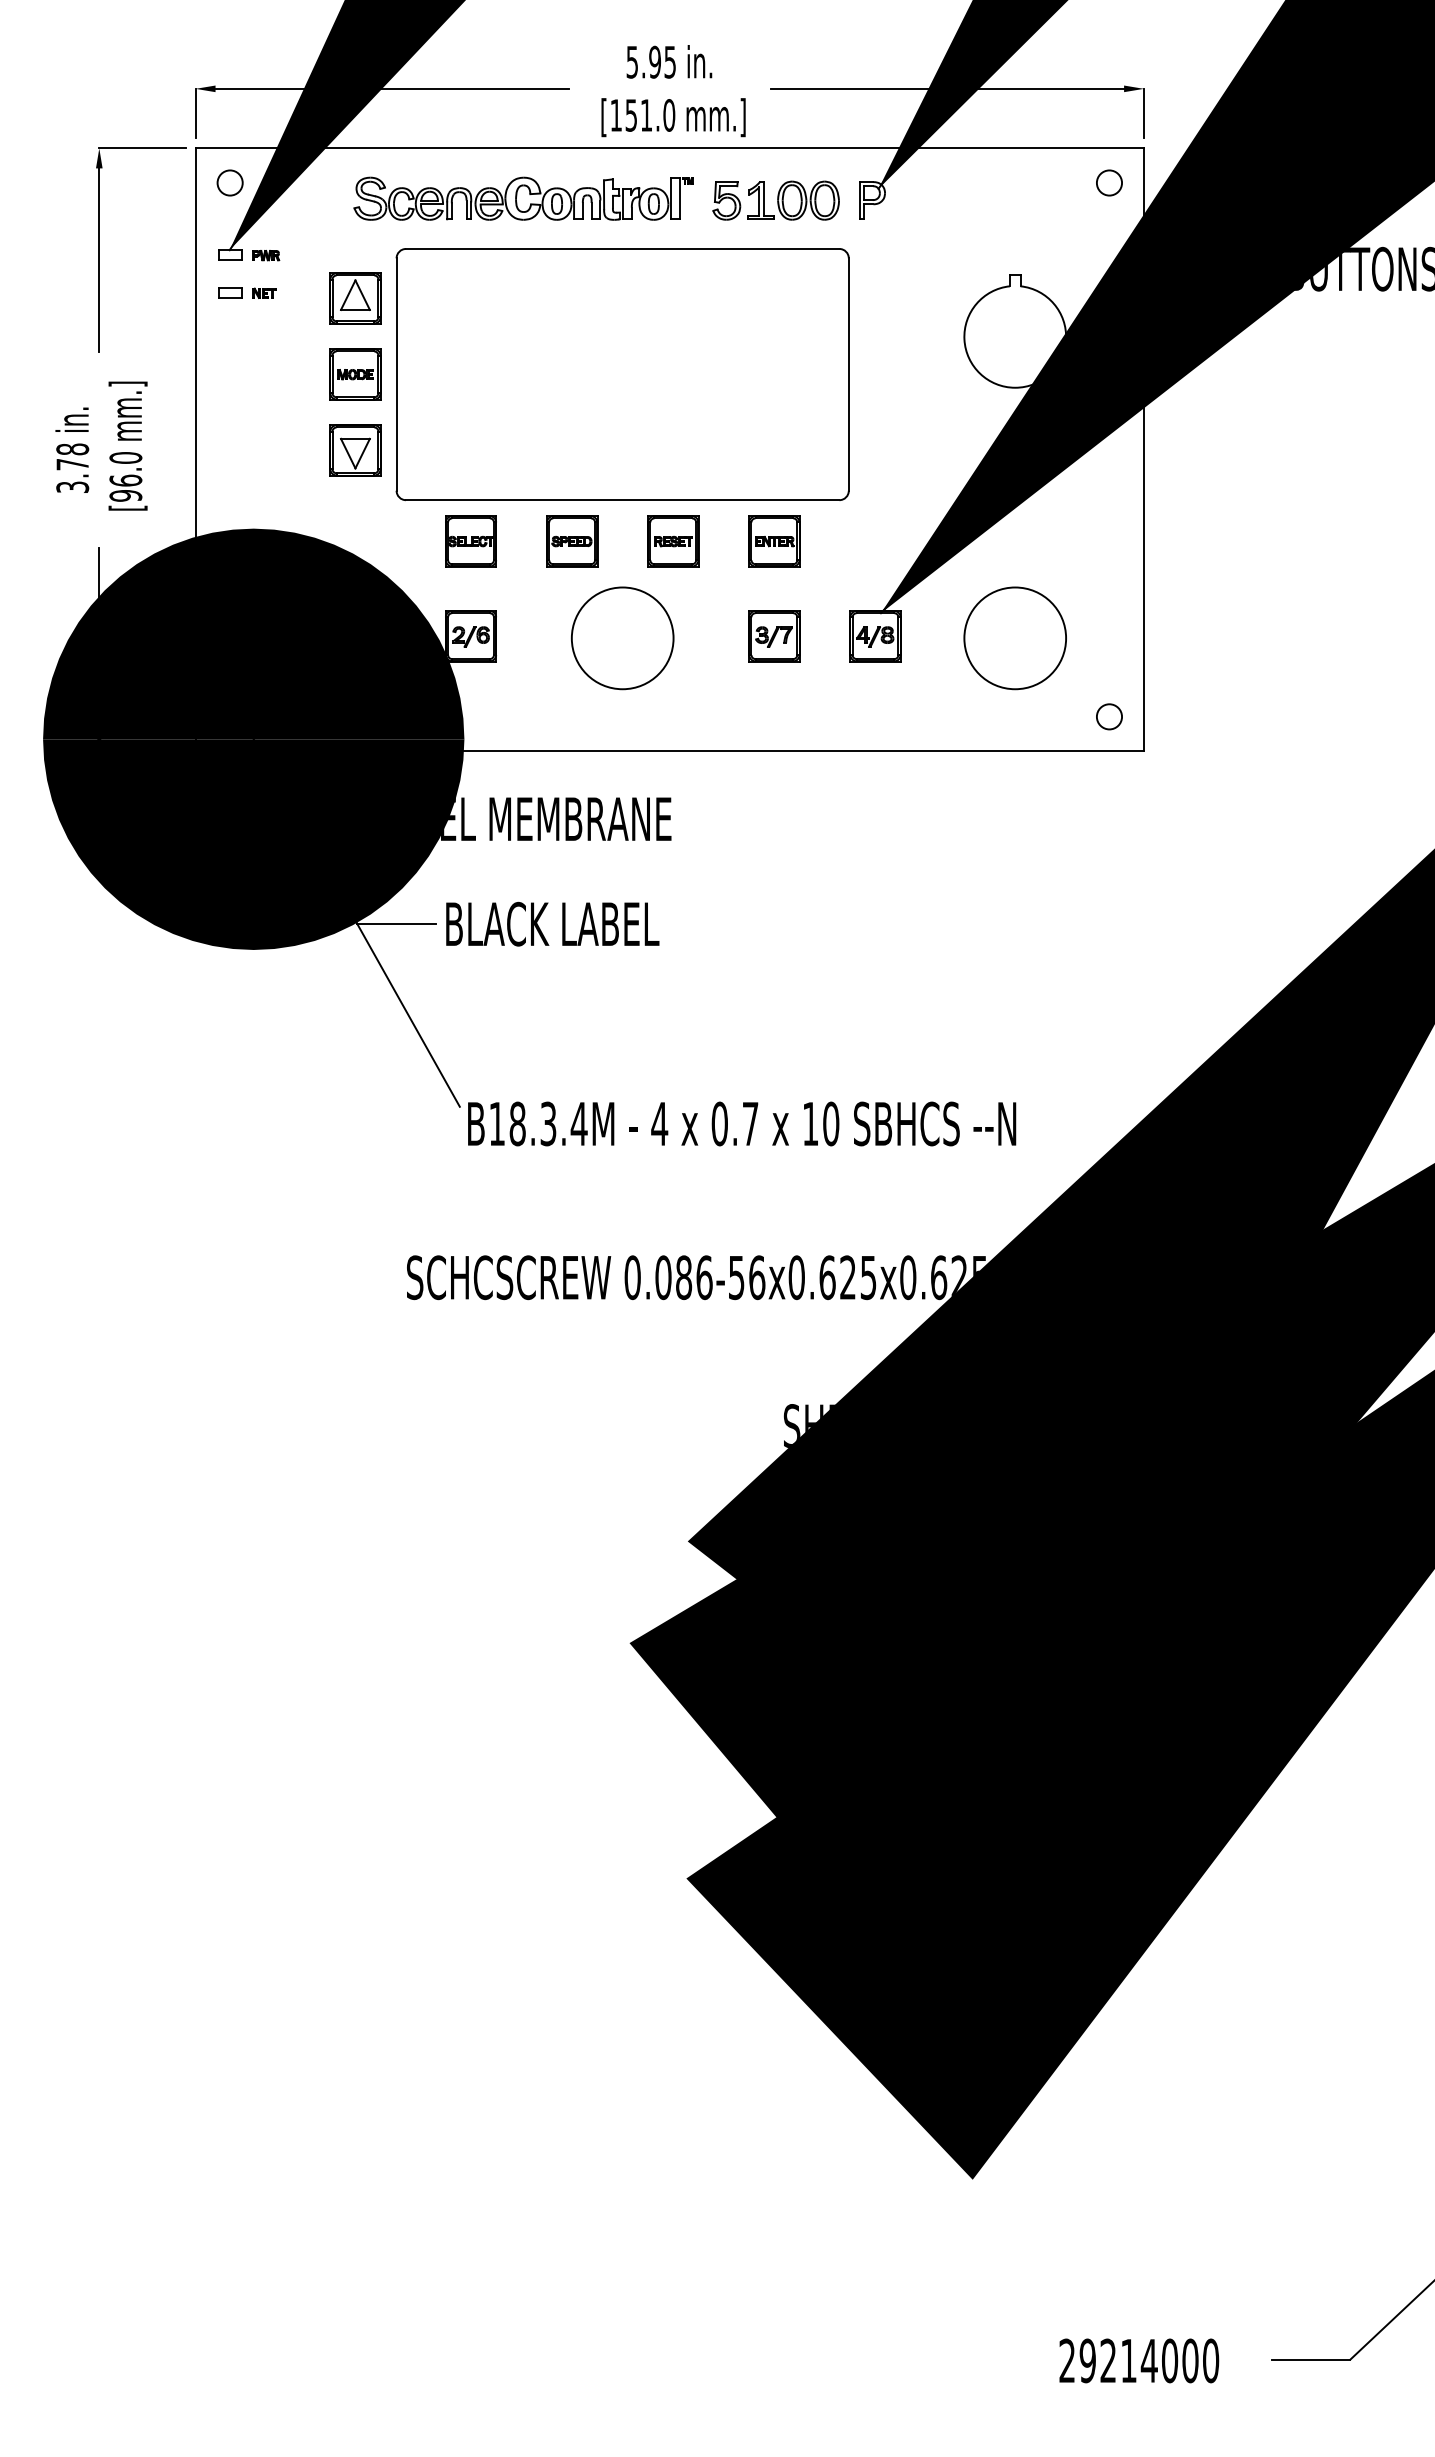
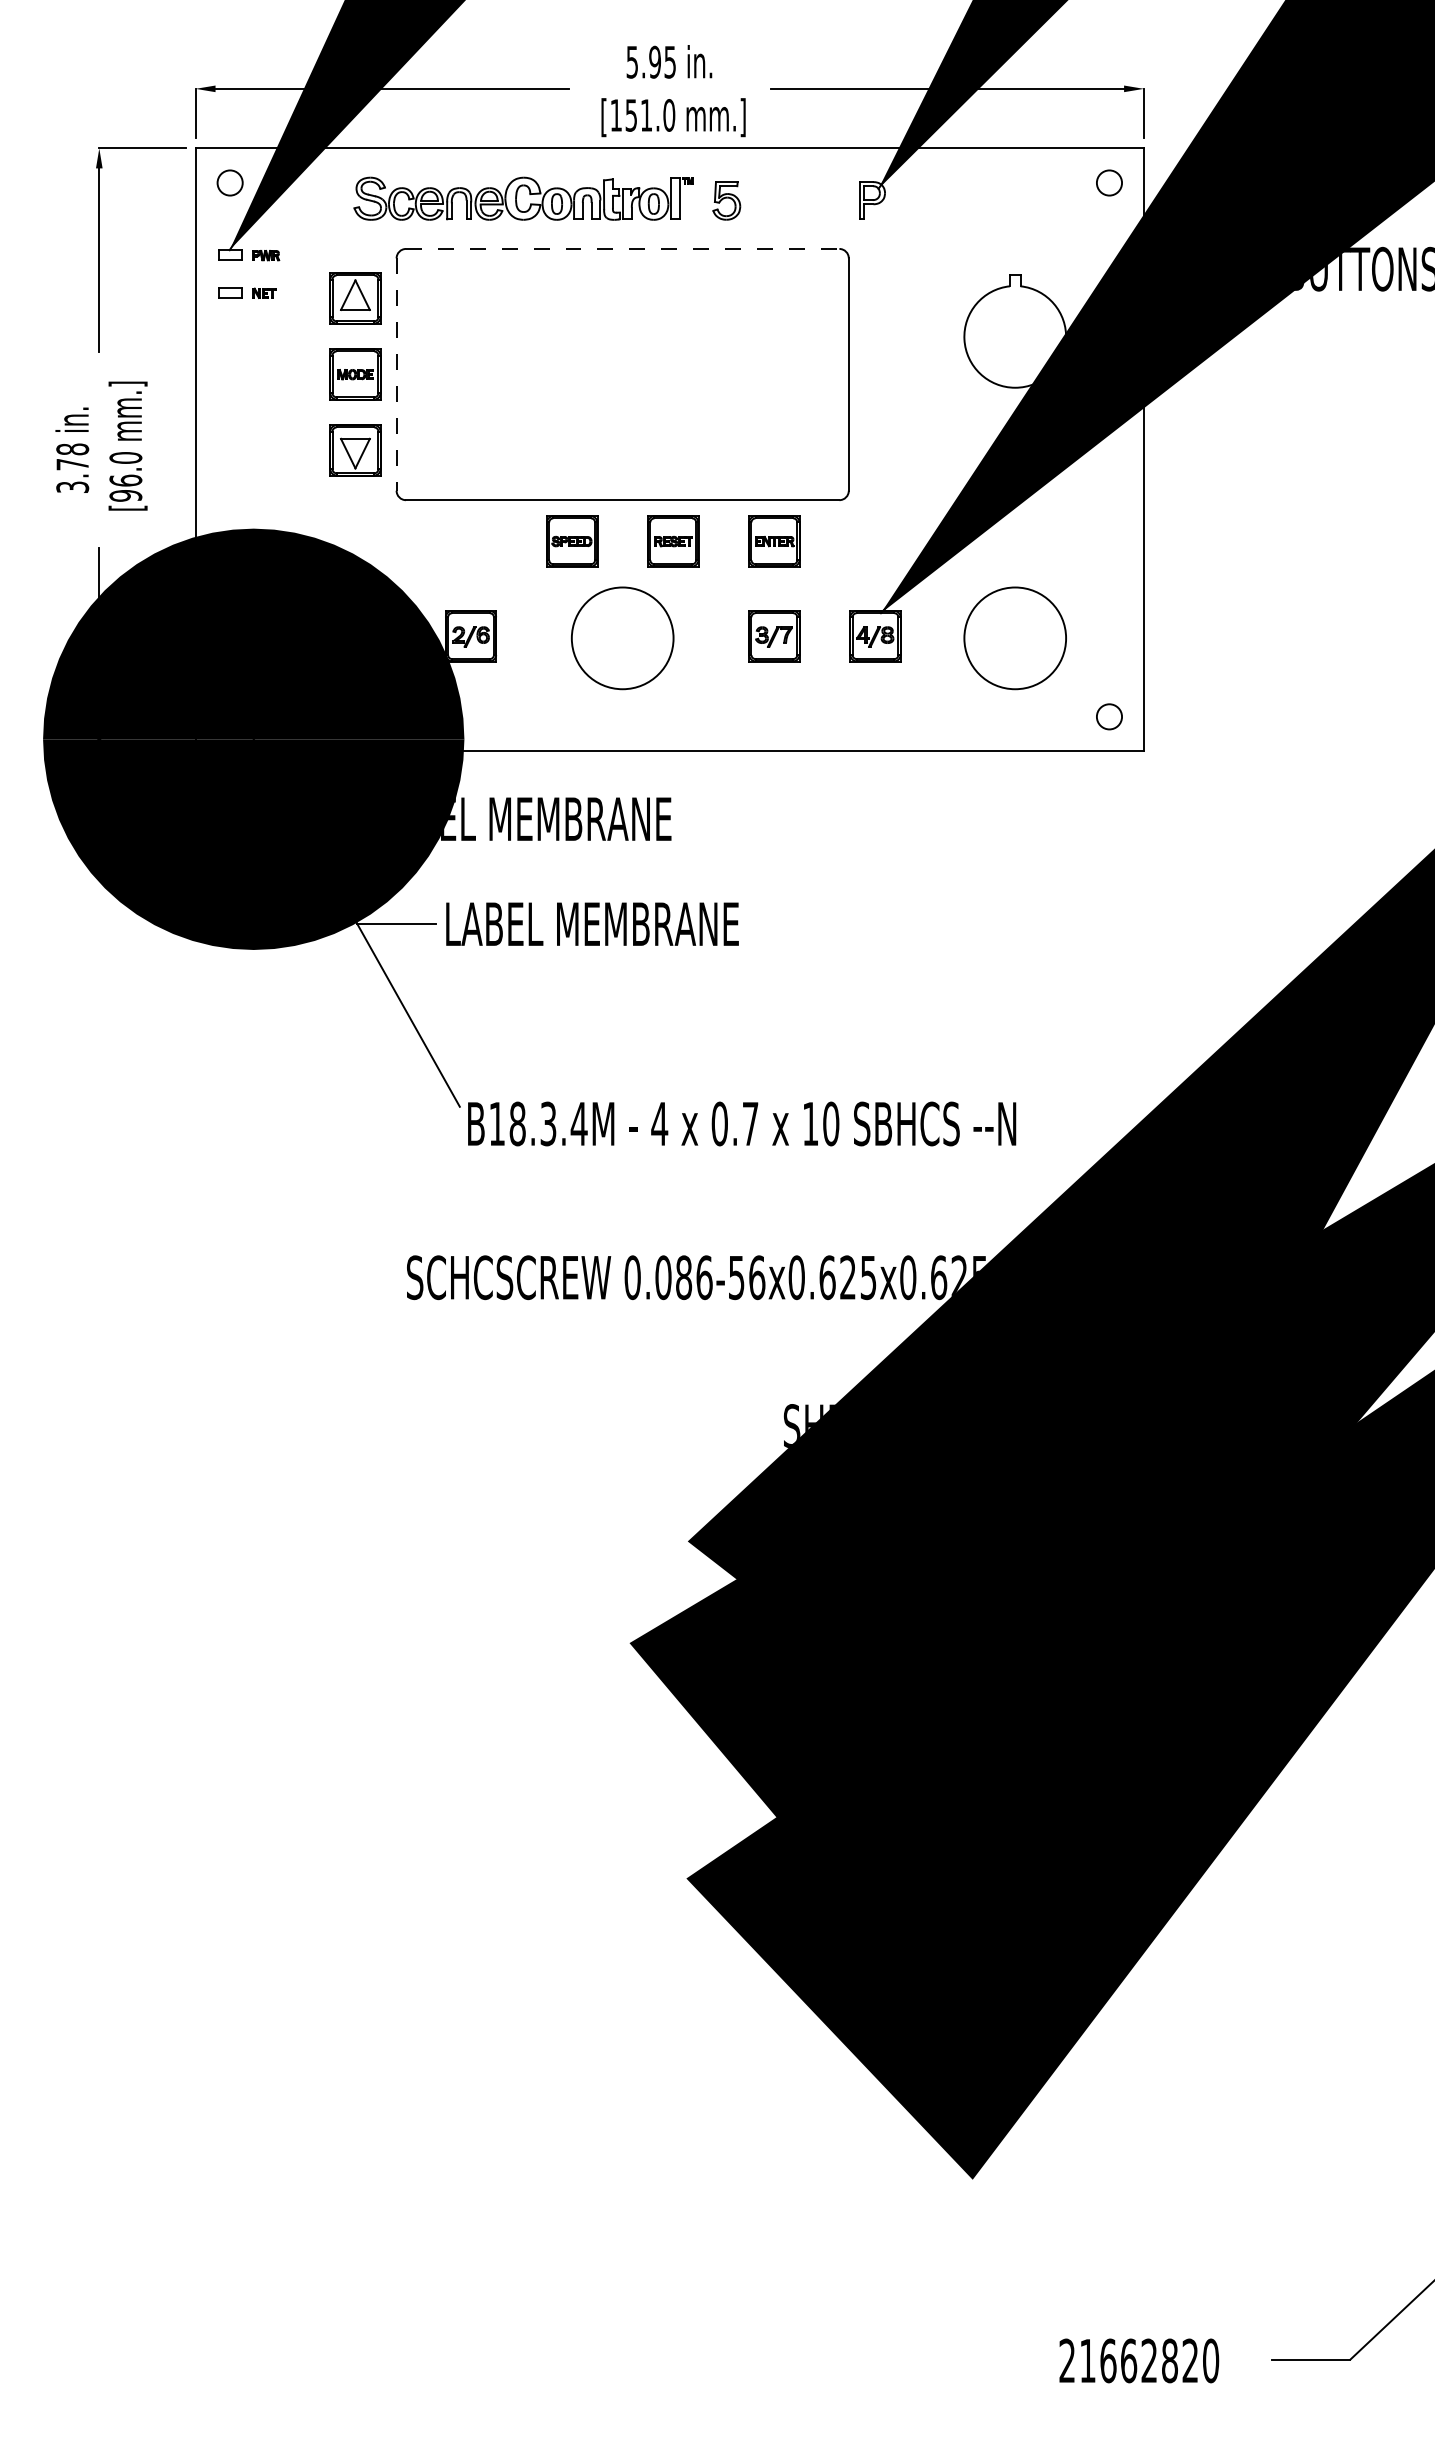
part at (793, 200): present -> none
line at (622, 248): solid -> dashed
line at (396, 375): solid -> dashed
part at (470, 541): present -> none
text at (593, 923): BLACK LABEL -> LABEL MEMBRANE
text at (1138, 2360): 29214000 -> 21662820
